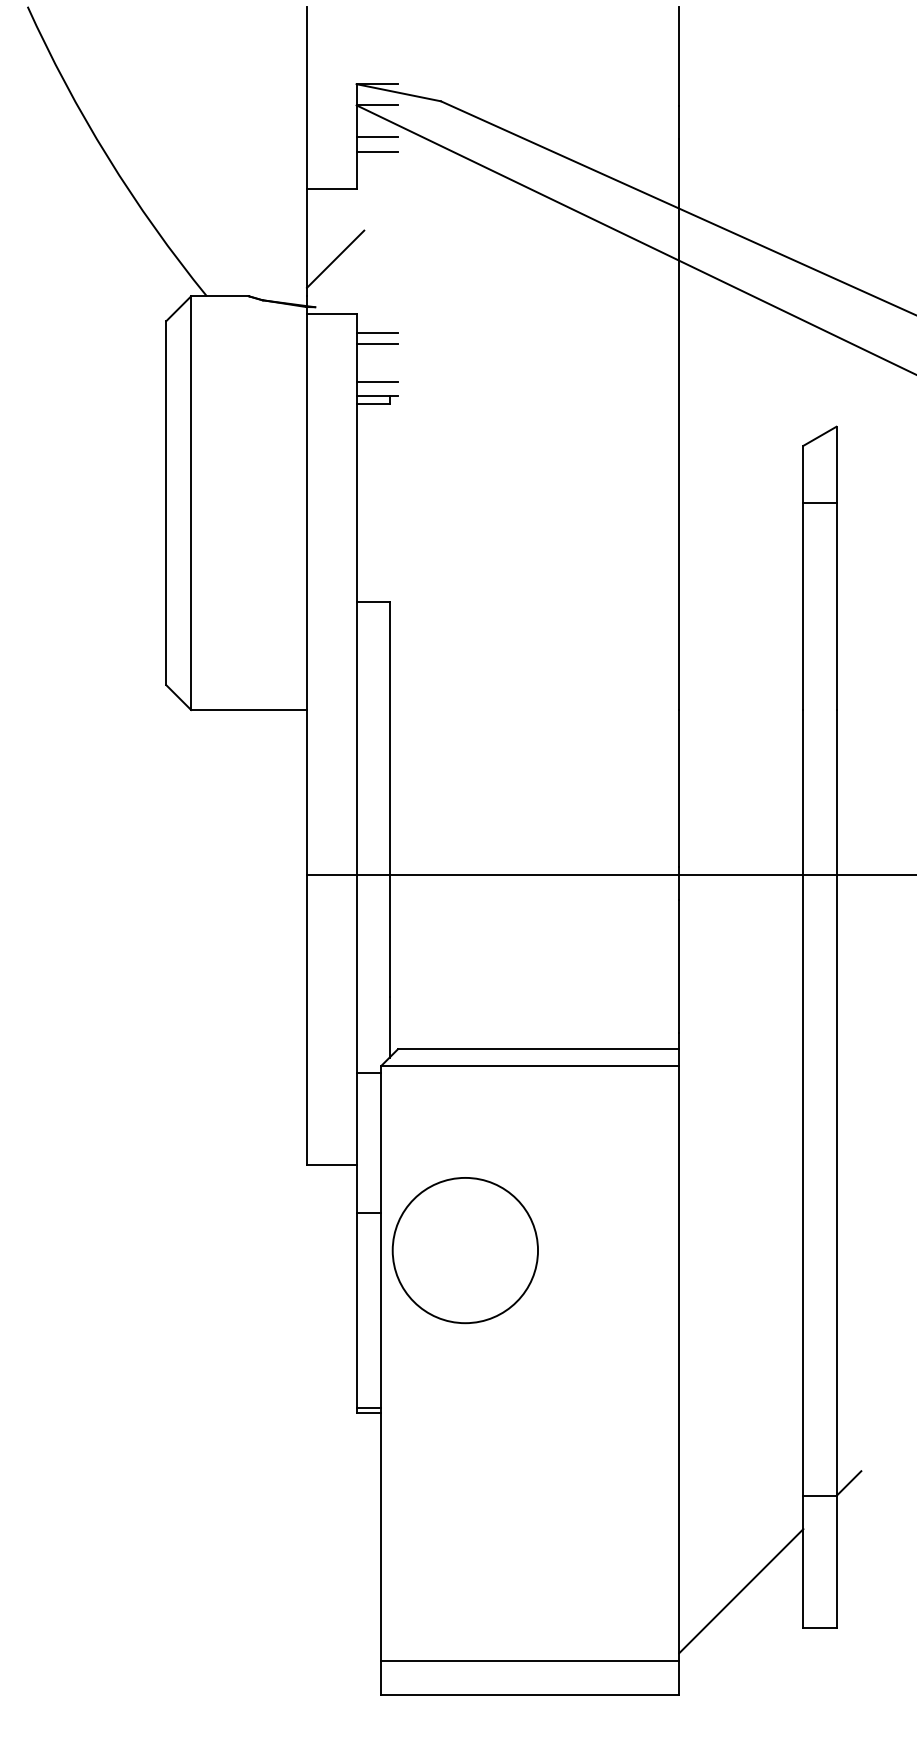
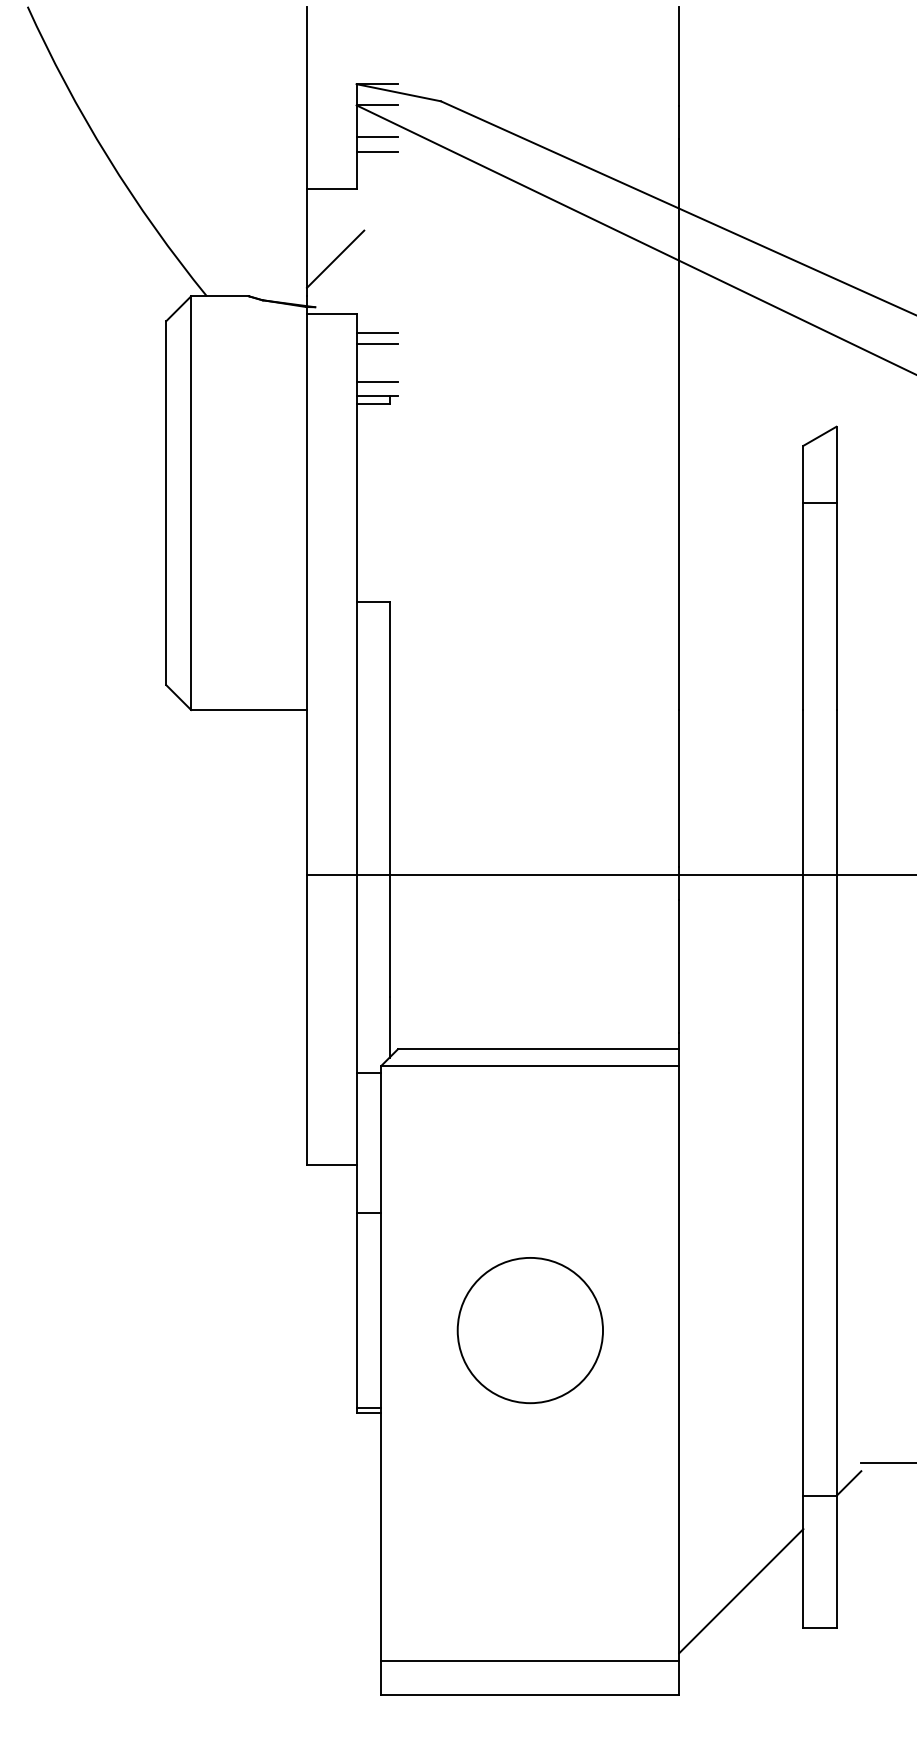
circle at (464, 1250) position: (464, 1250) -> (529, 1330)
line at (887, 1462): none -> present
